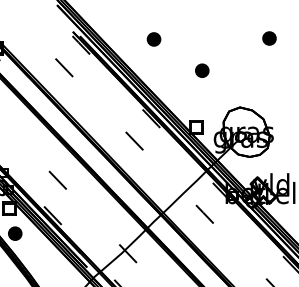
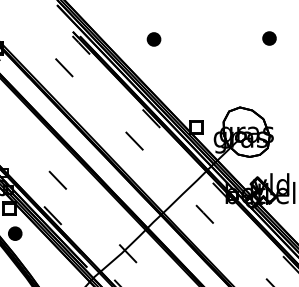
part at (202, 70): present -> none
